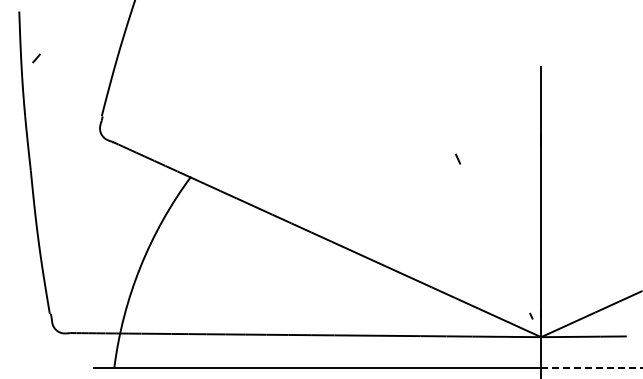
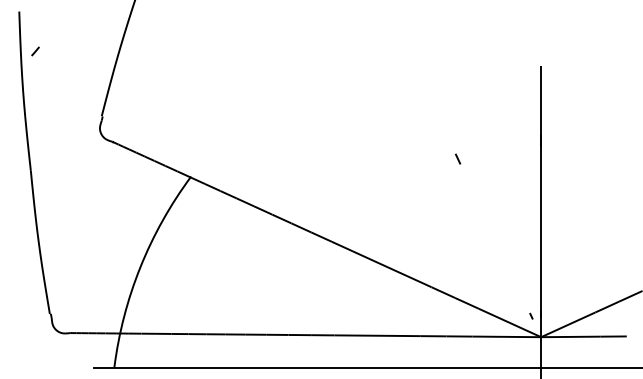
curve at (36, 58) position: (36, 58) -> (35, 51)
line at (591, 367): dashed -> solid
